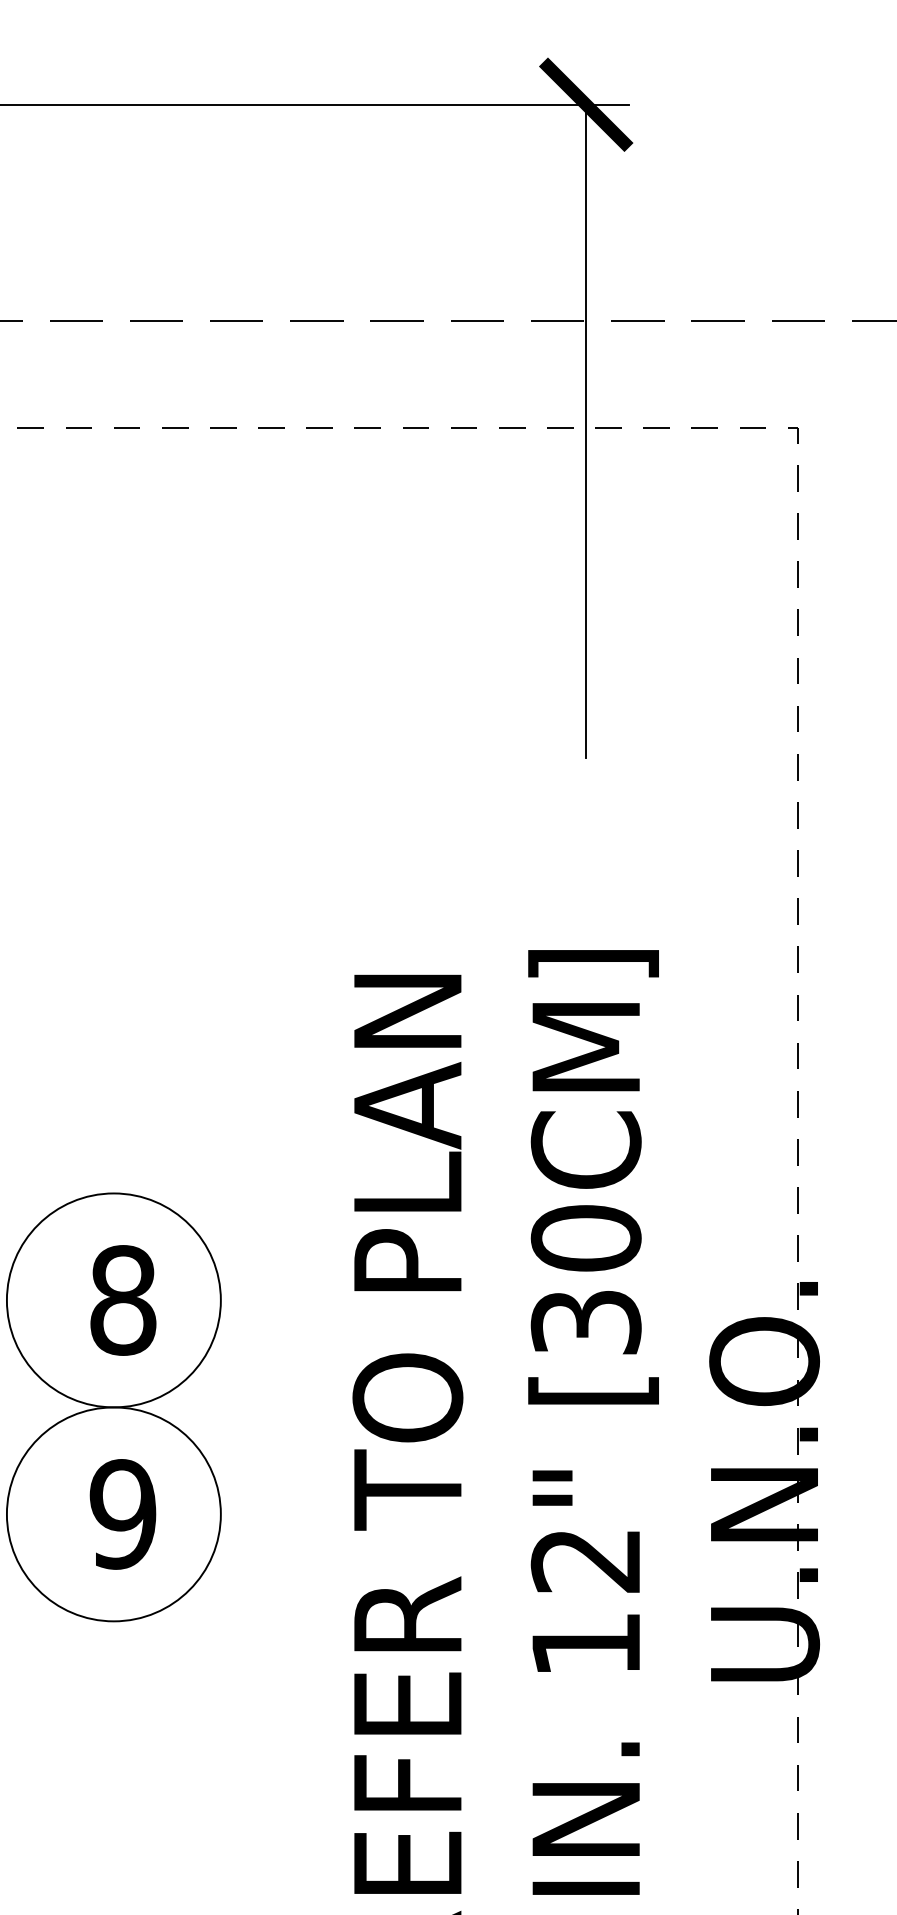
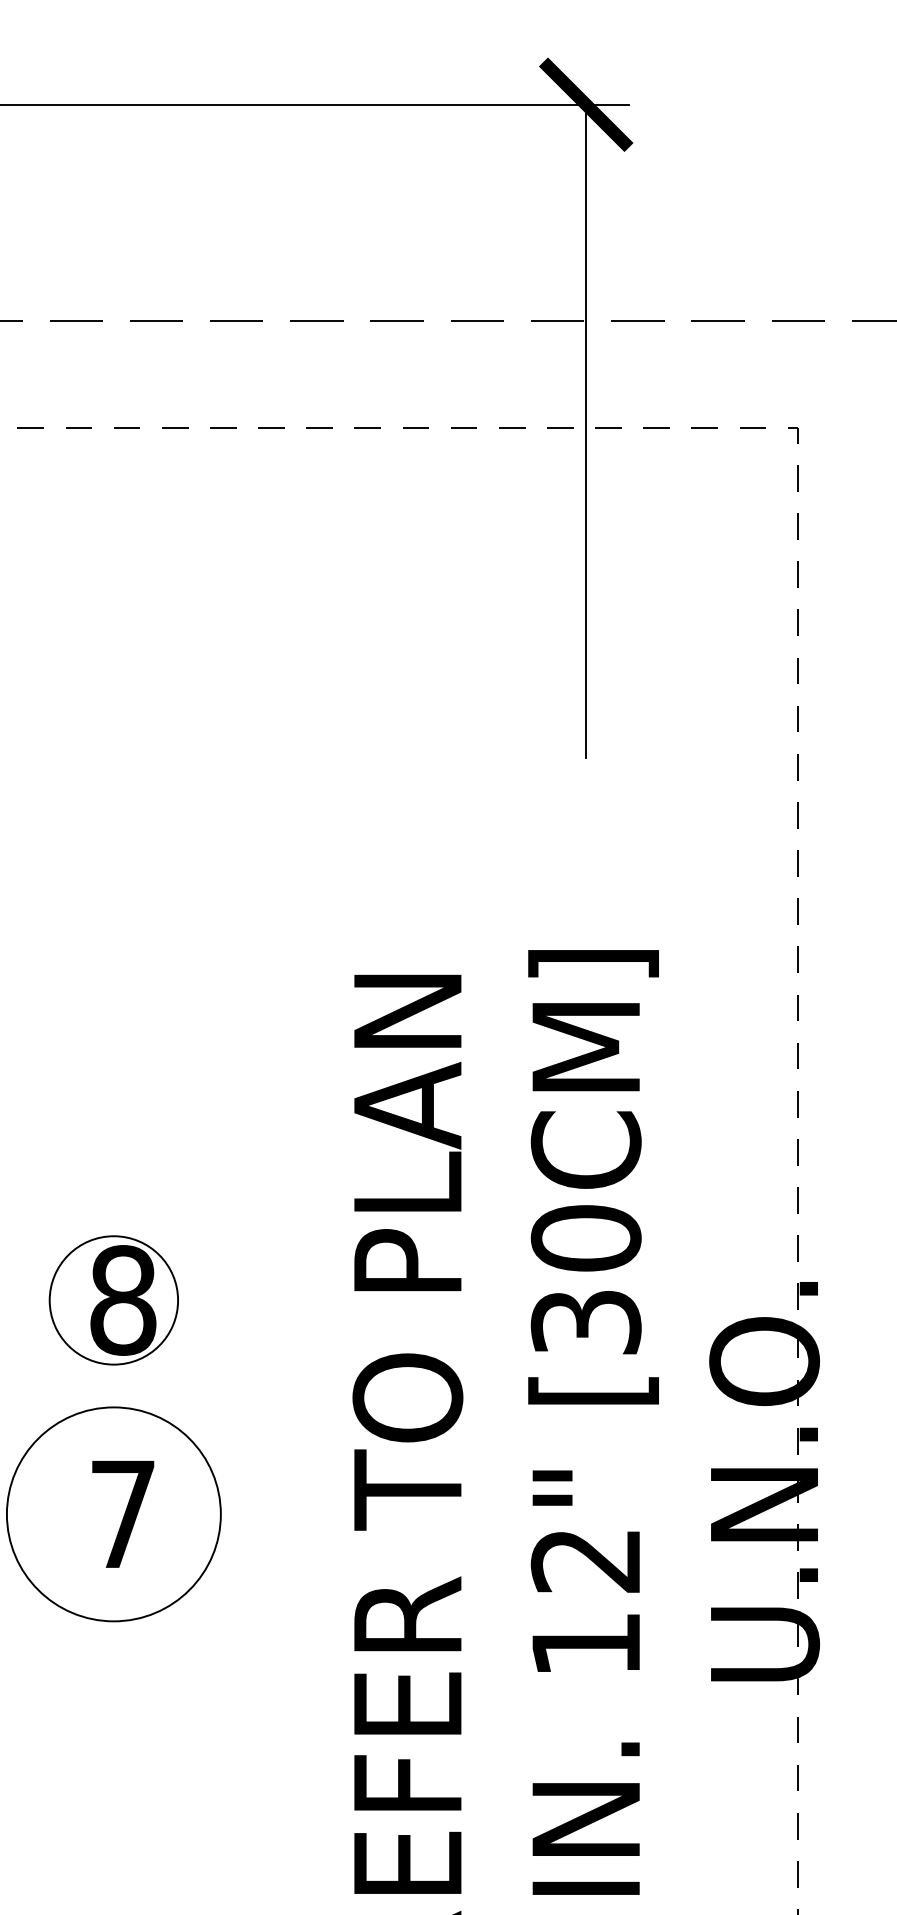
circle at (113, 1300) diameter: 214 px -> 128 px
text at (122, 1514): 9 -> 7
